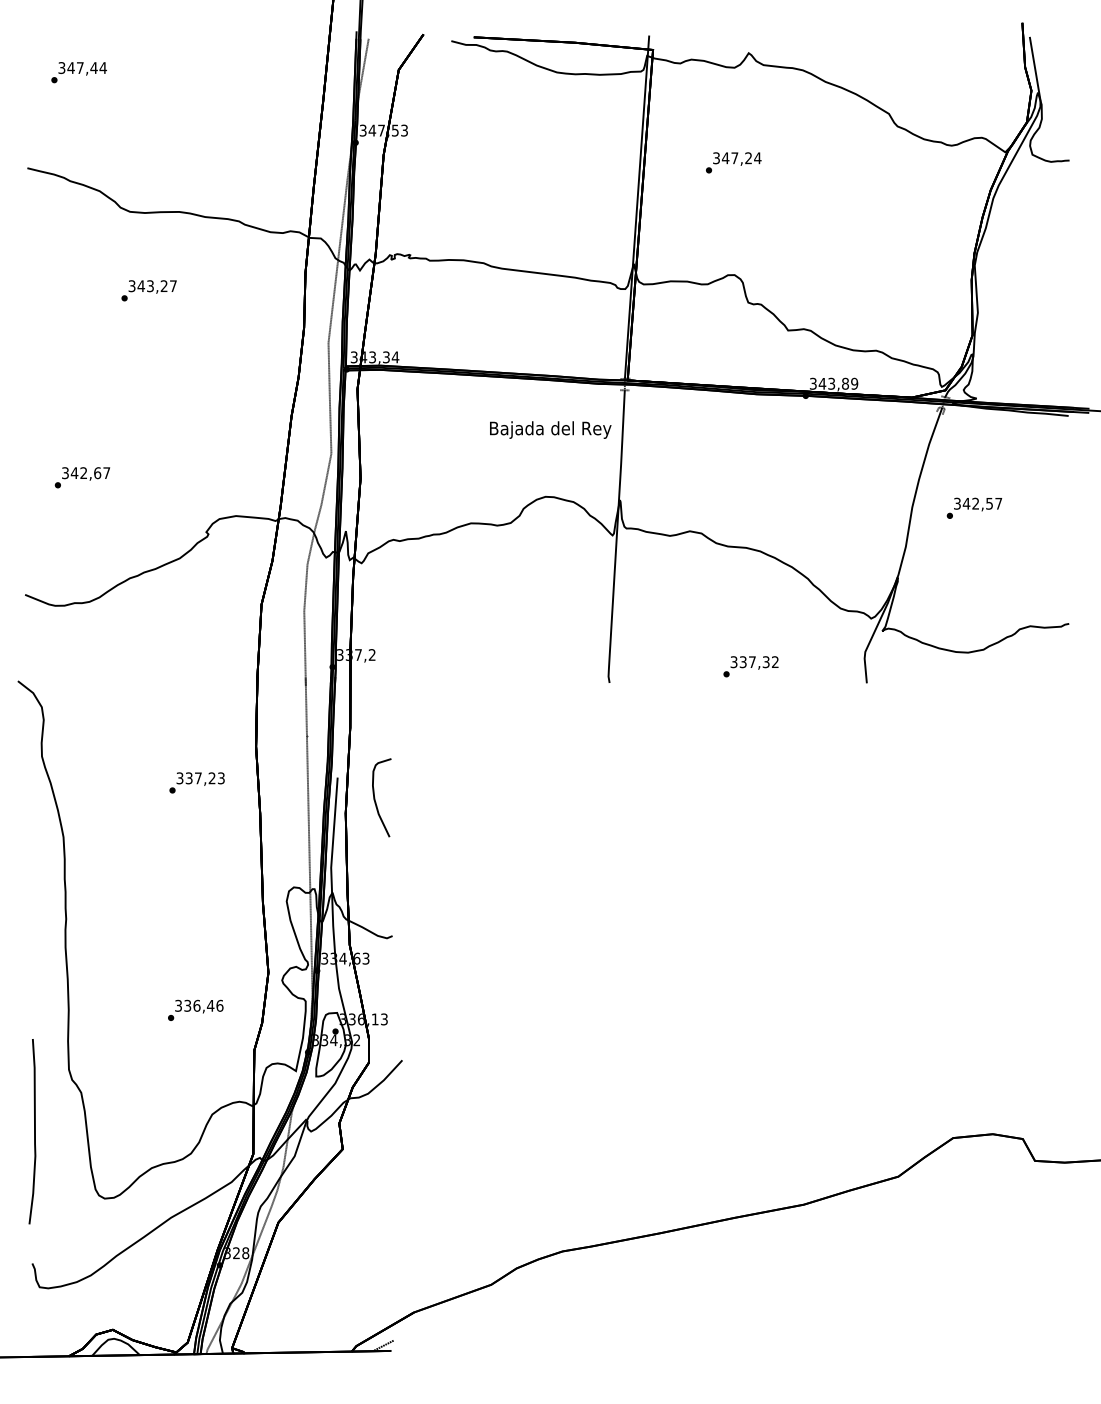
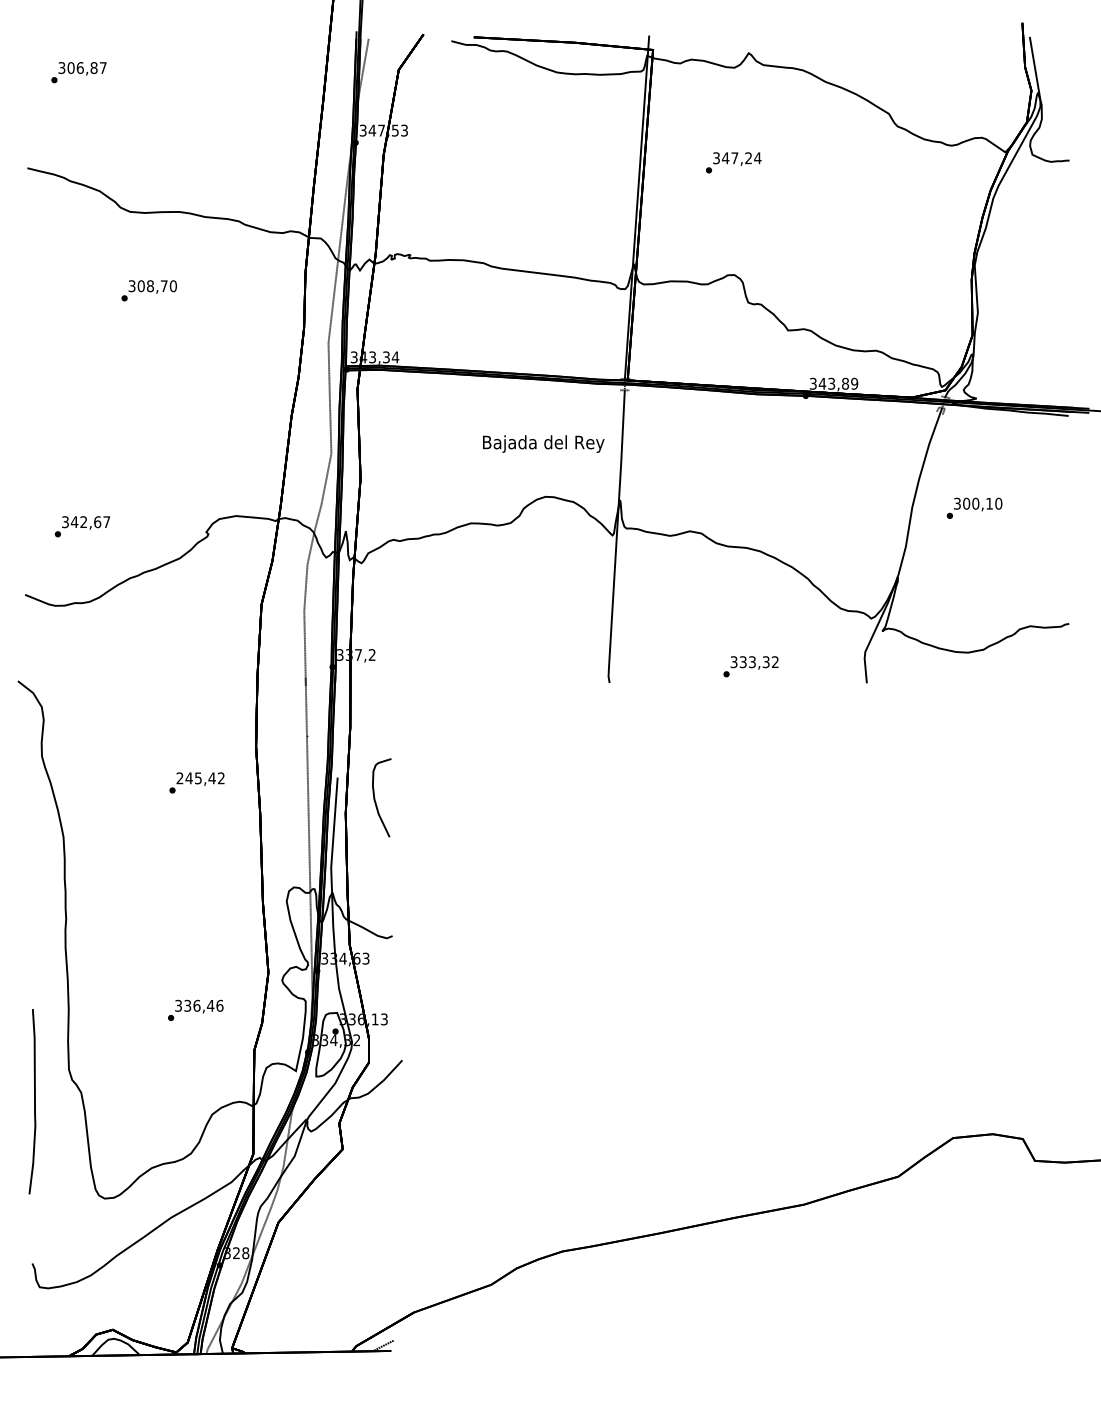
text at (87, 68): 347,44 -> 306,87
text at (156, 286): 343,27 -> 308,70
text at (550, 429) position: (550, 429) -> (543, 443)
text at (82, 477) position: (82, 477) -> (82, 526)
text at (982, 503): 342,57 -> 300,10
text at (752, 662): 337,32 -> 333,32
text at (200, 778): 337,23 -> 245,42
curve at (34, 1131) position: (34, 1131) -> (34, 1101)
